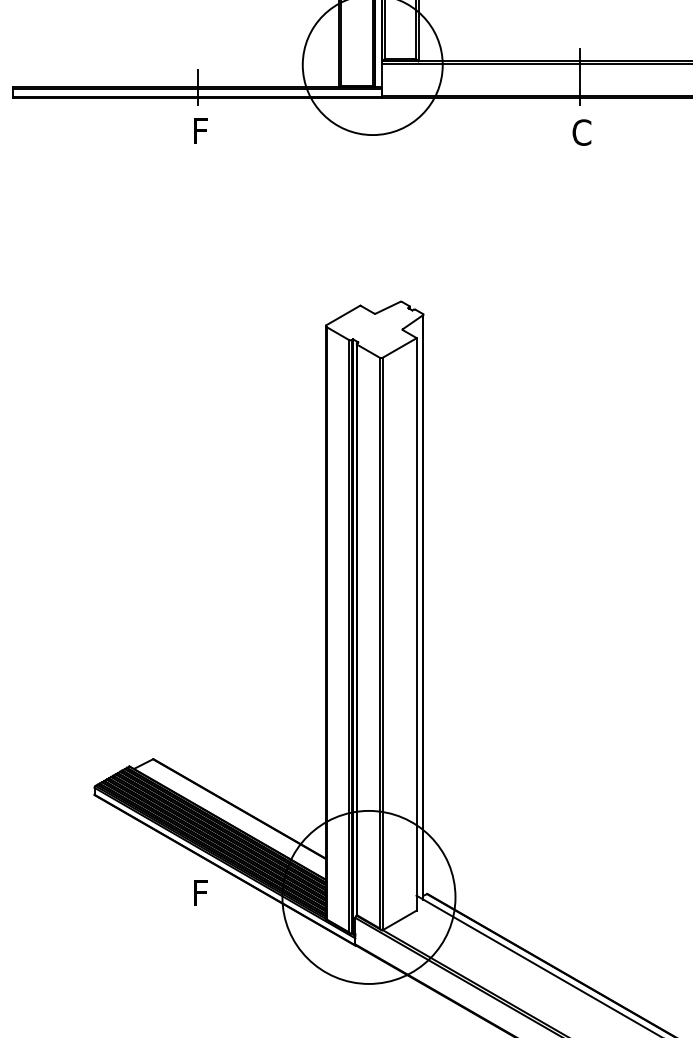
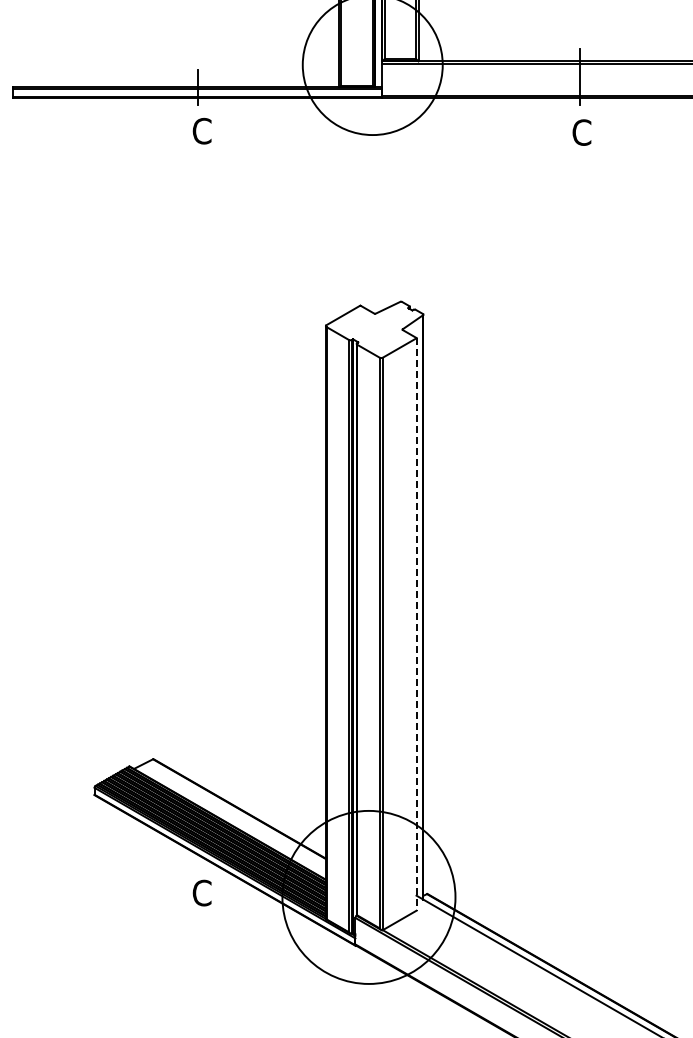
text at (201, 130): F -> C
line at (416, 625): solid -> dashed
text at (201, 892): F -> C
